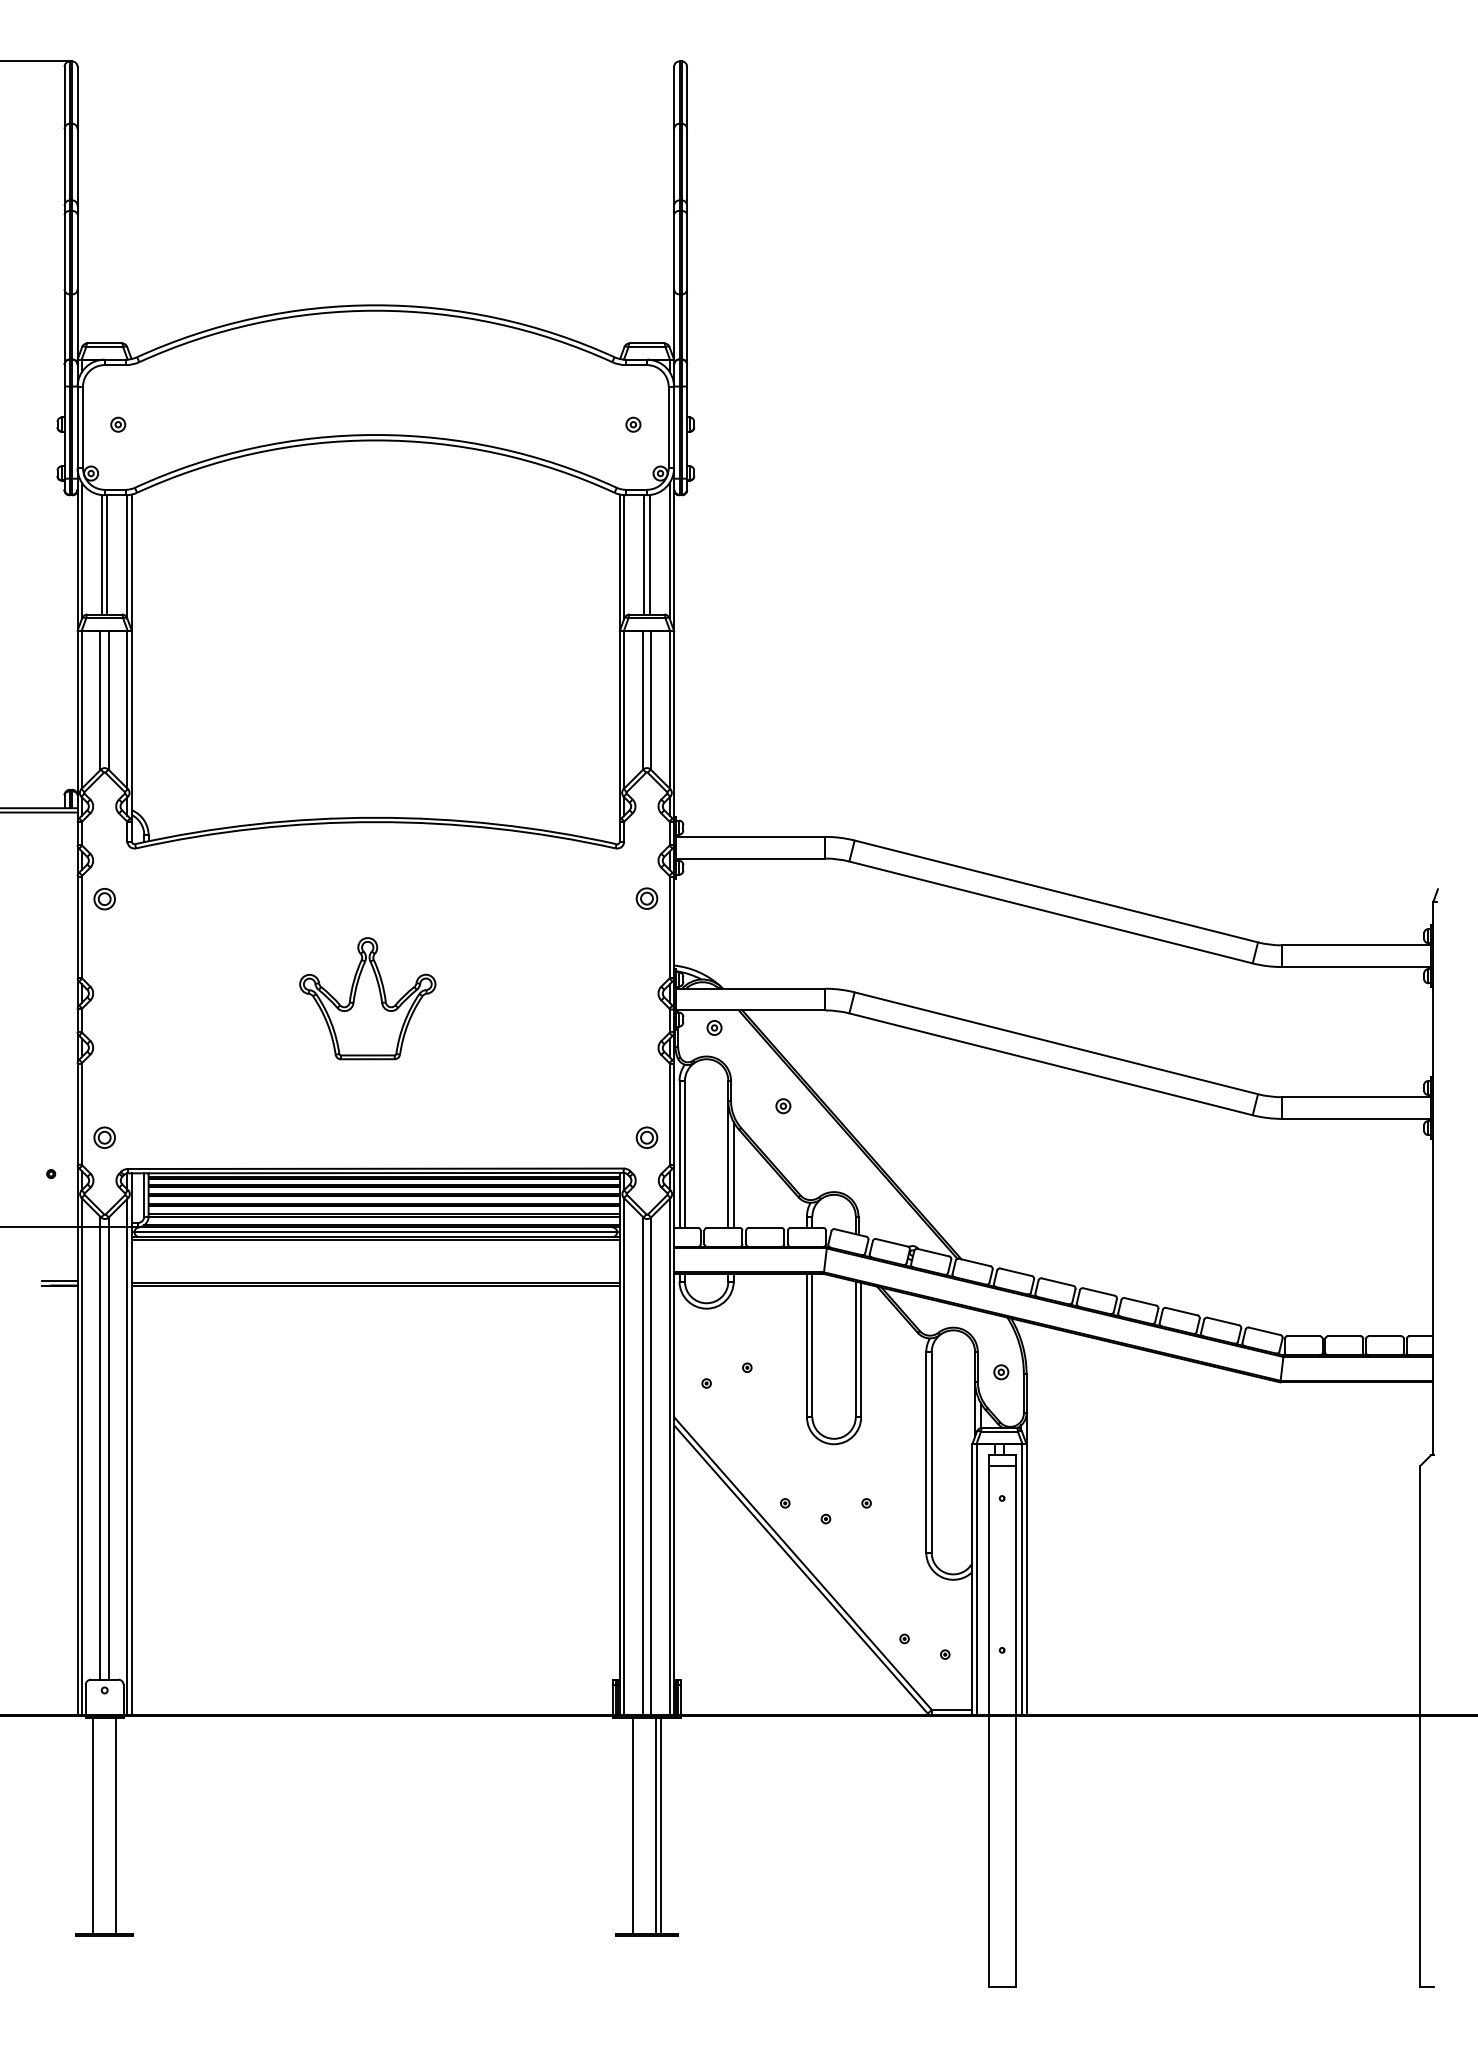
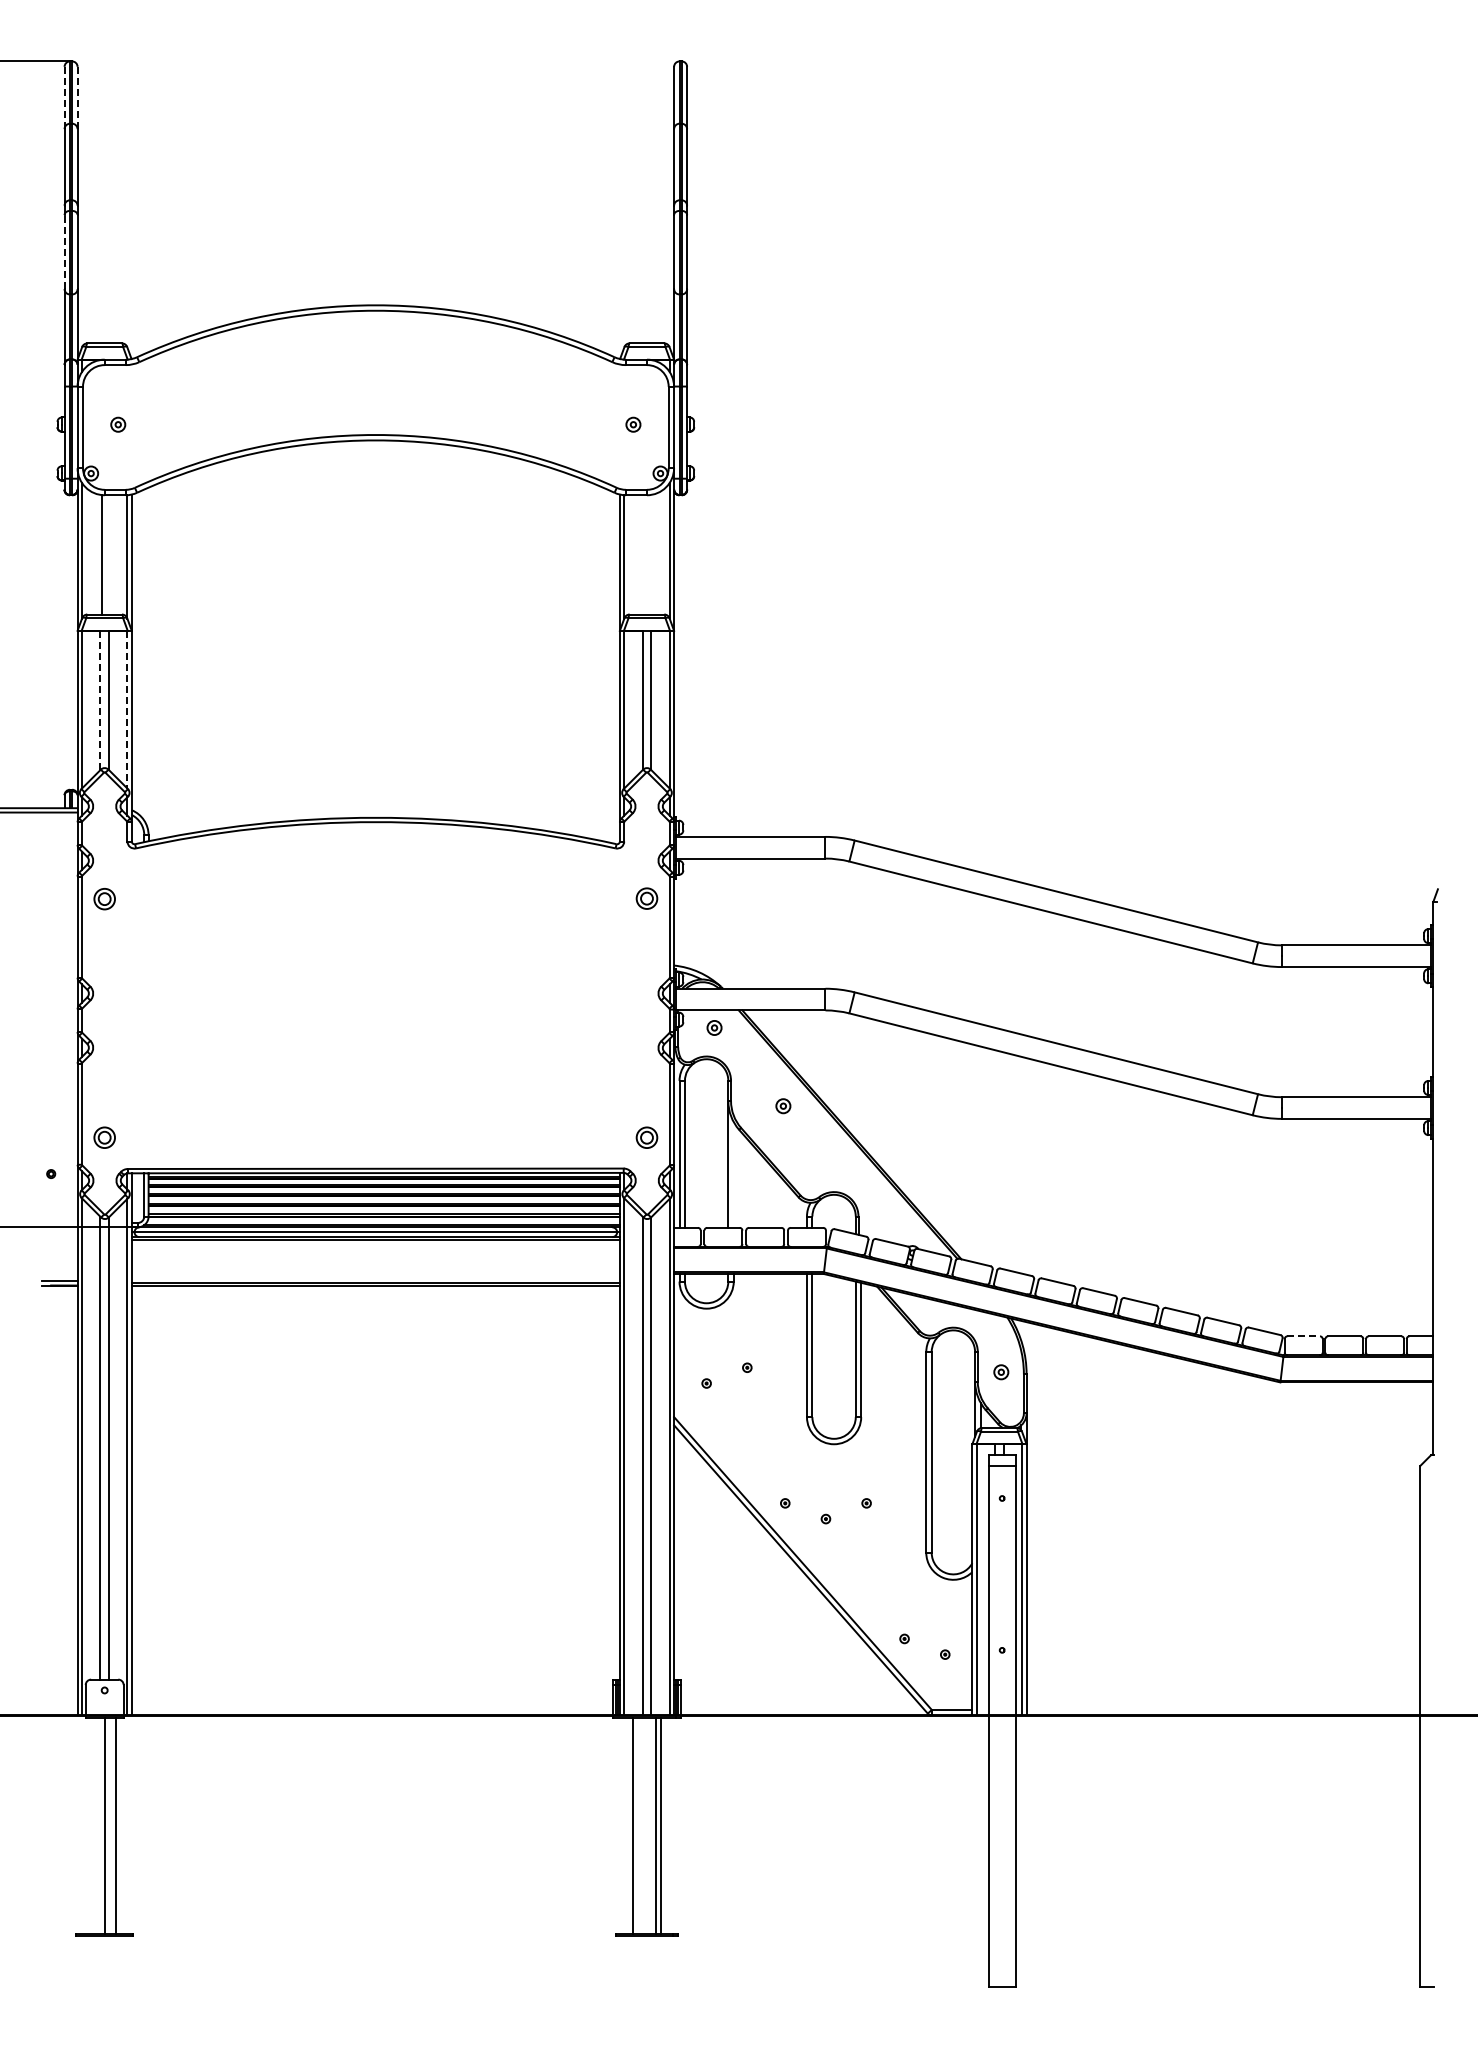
line at (64, 97): solid -> dashed
line at (77, 98): solid -> dashed
line at (64, 251): solid -> dashed
line at (107, 554): present -> none
line at (644, 554): present -> none
line at (649, 554): present -> none
line at (100, 700): solid -> dashed
line at (127, 709): solid -> dashed
part at (367, 998): present -> none
line at (733, 1174): present -> none
line at (1304, 1336): solid -> dashed
line at (93, 1825) position: (93, 1825) -> (105, 1825)
